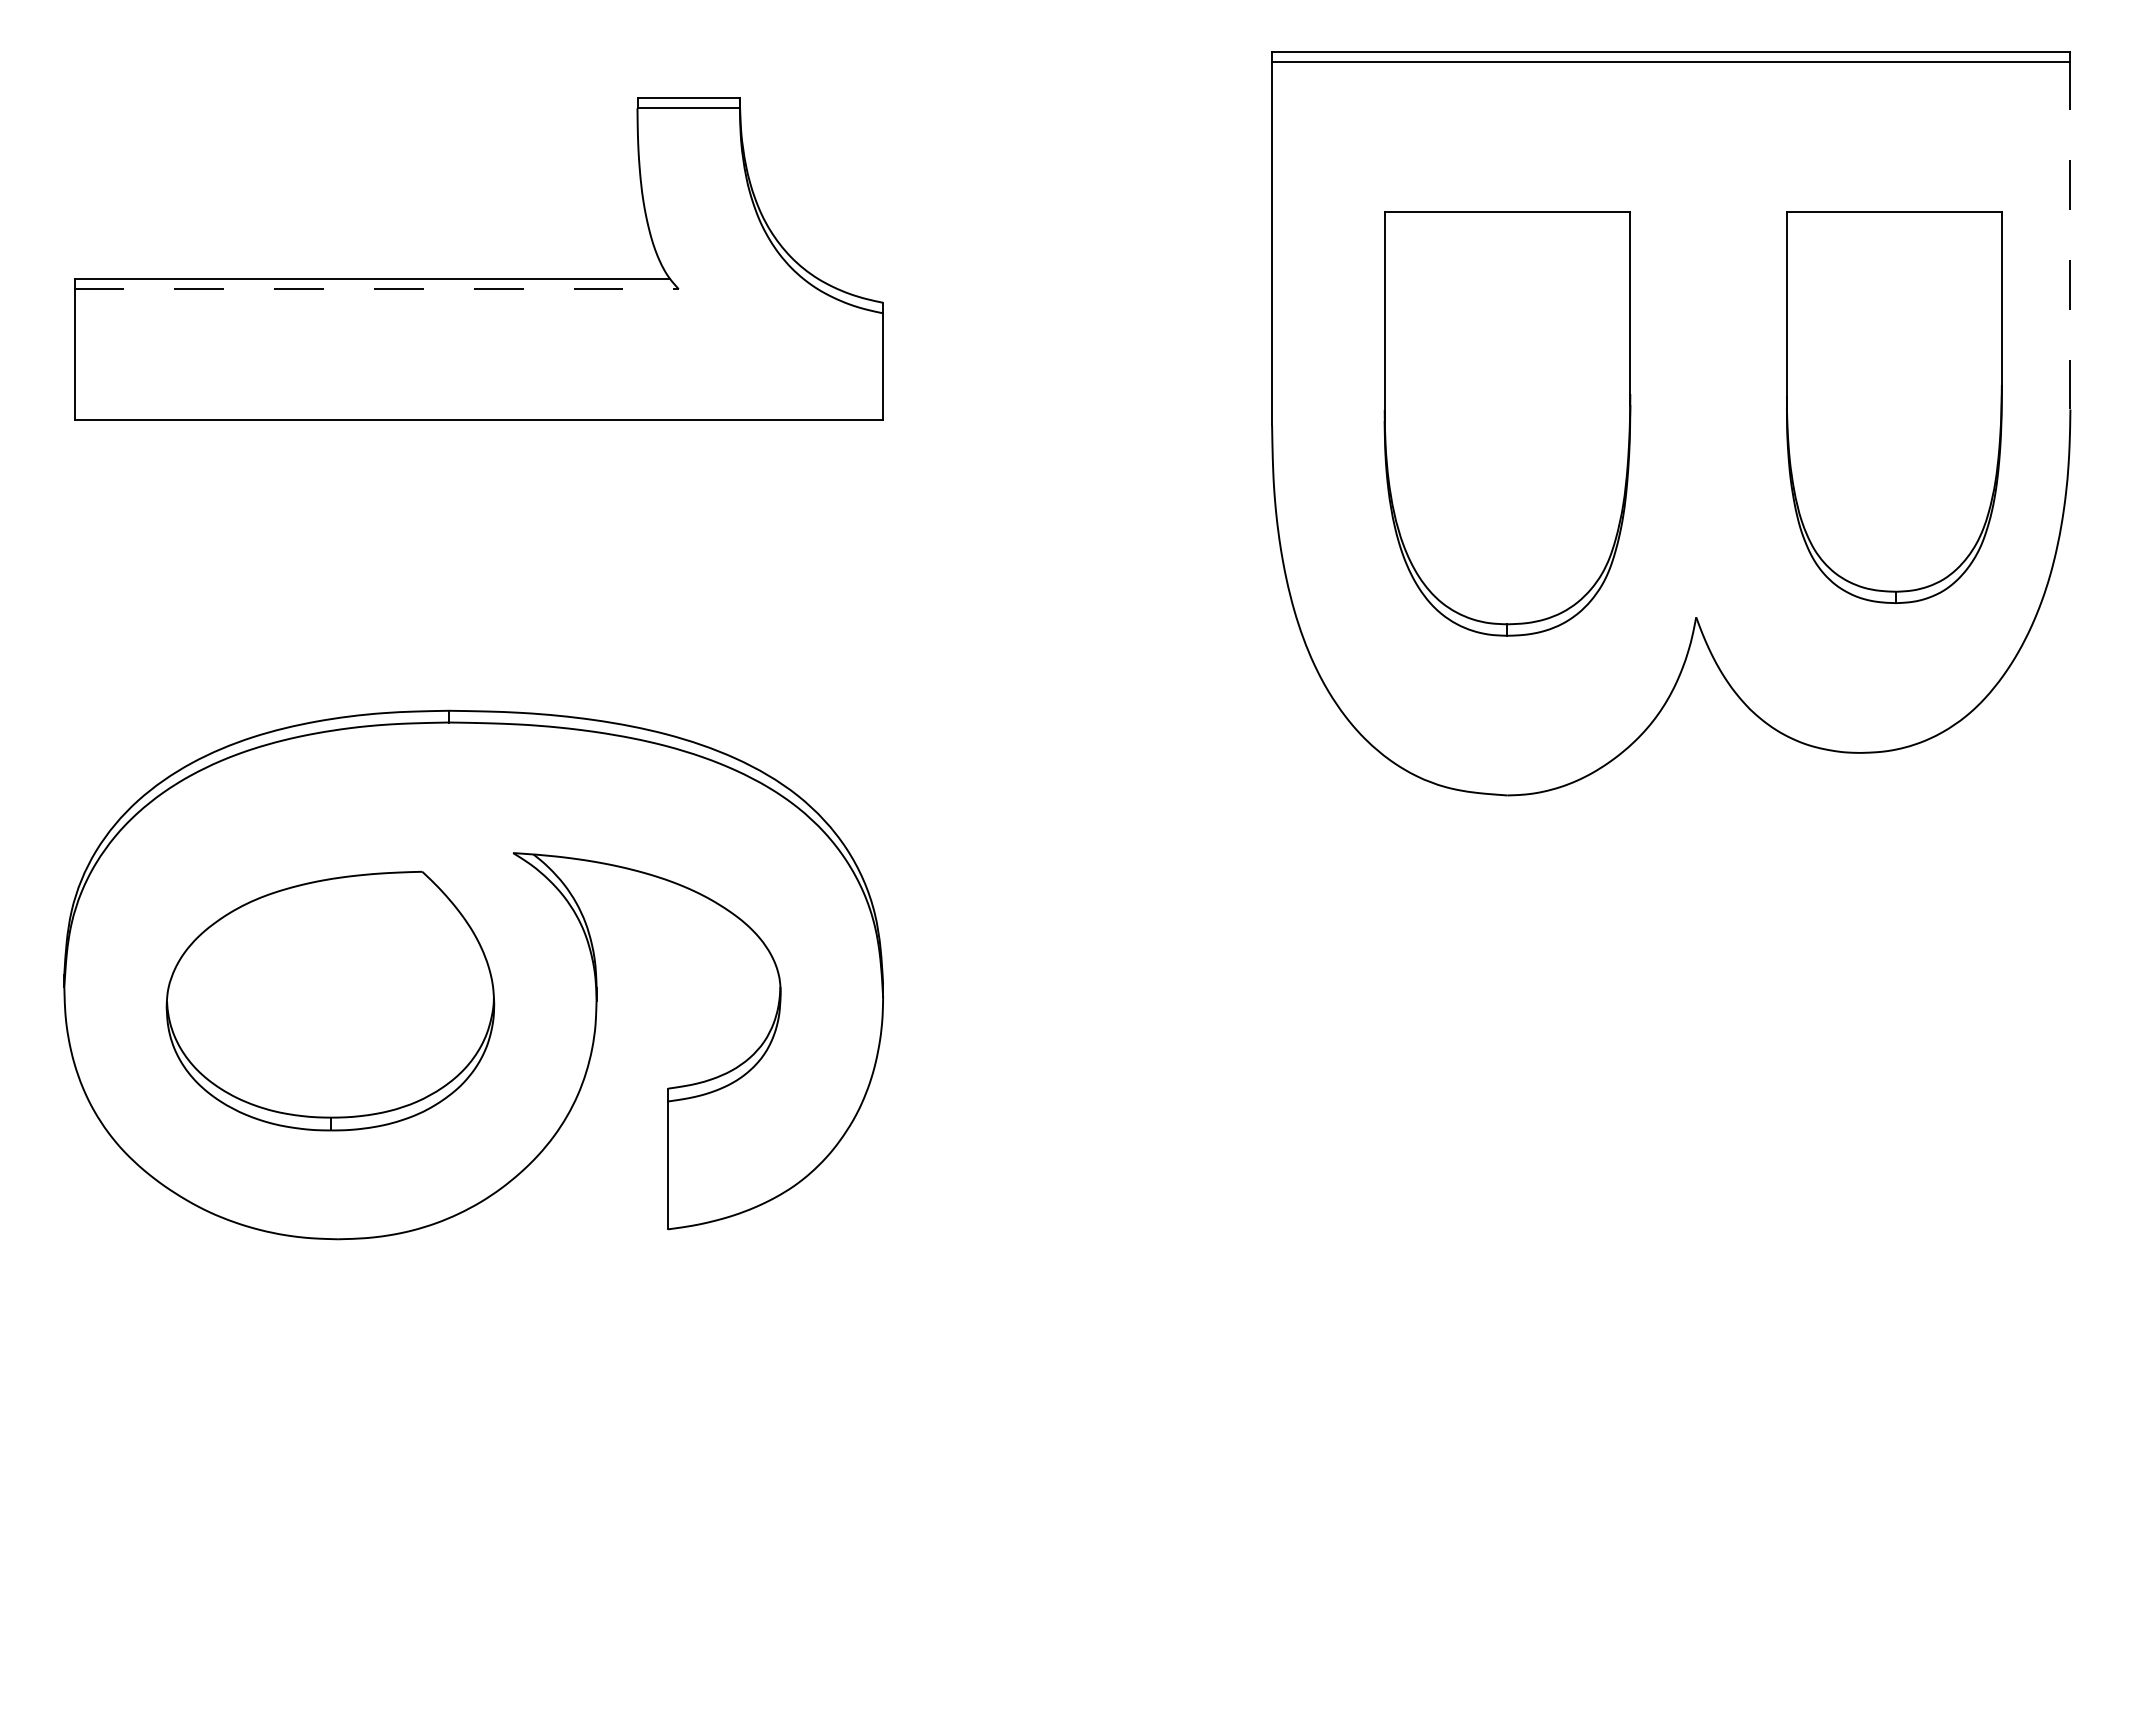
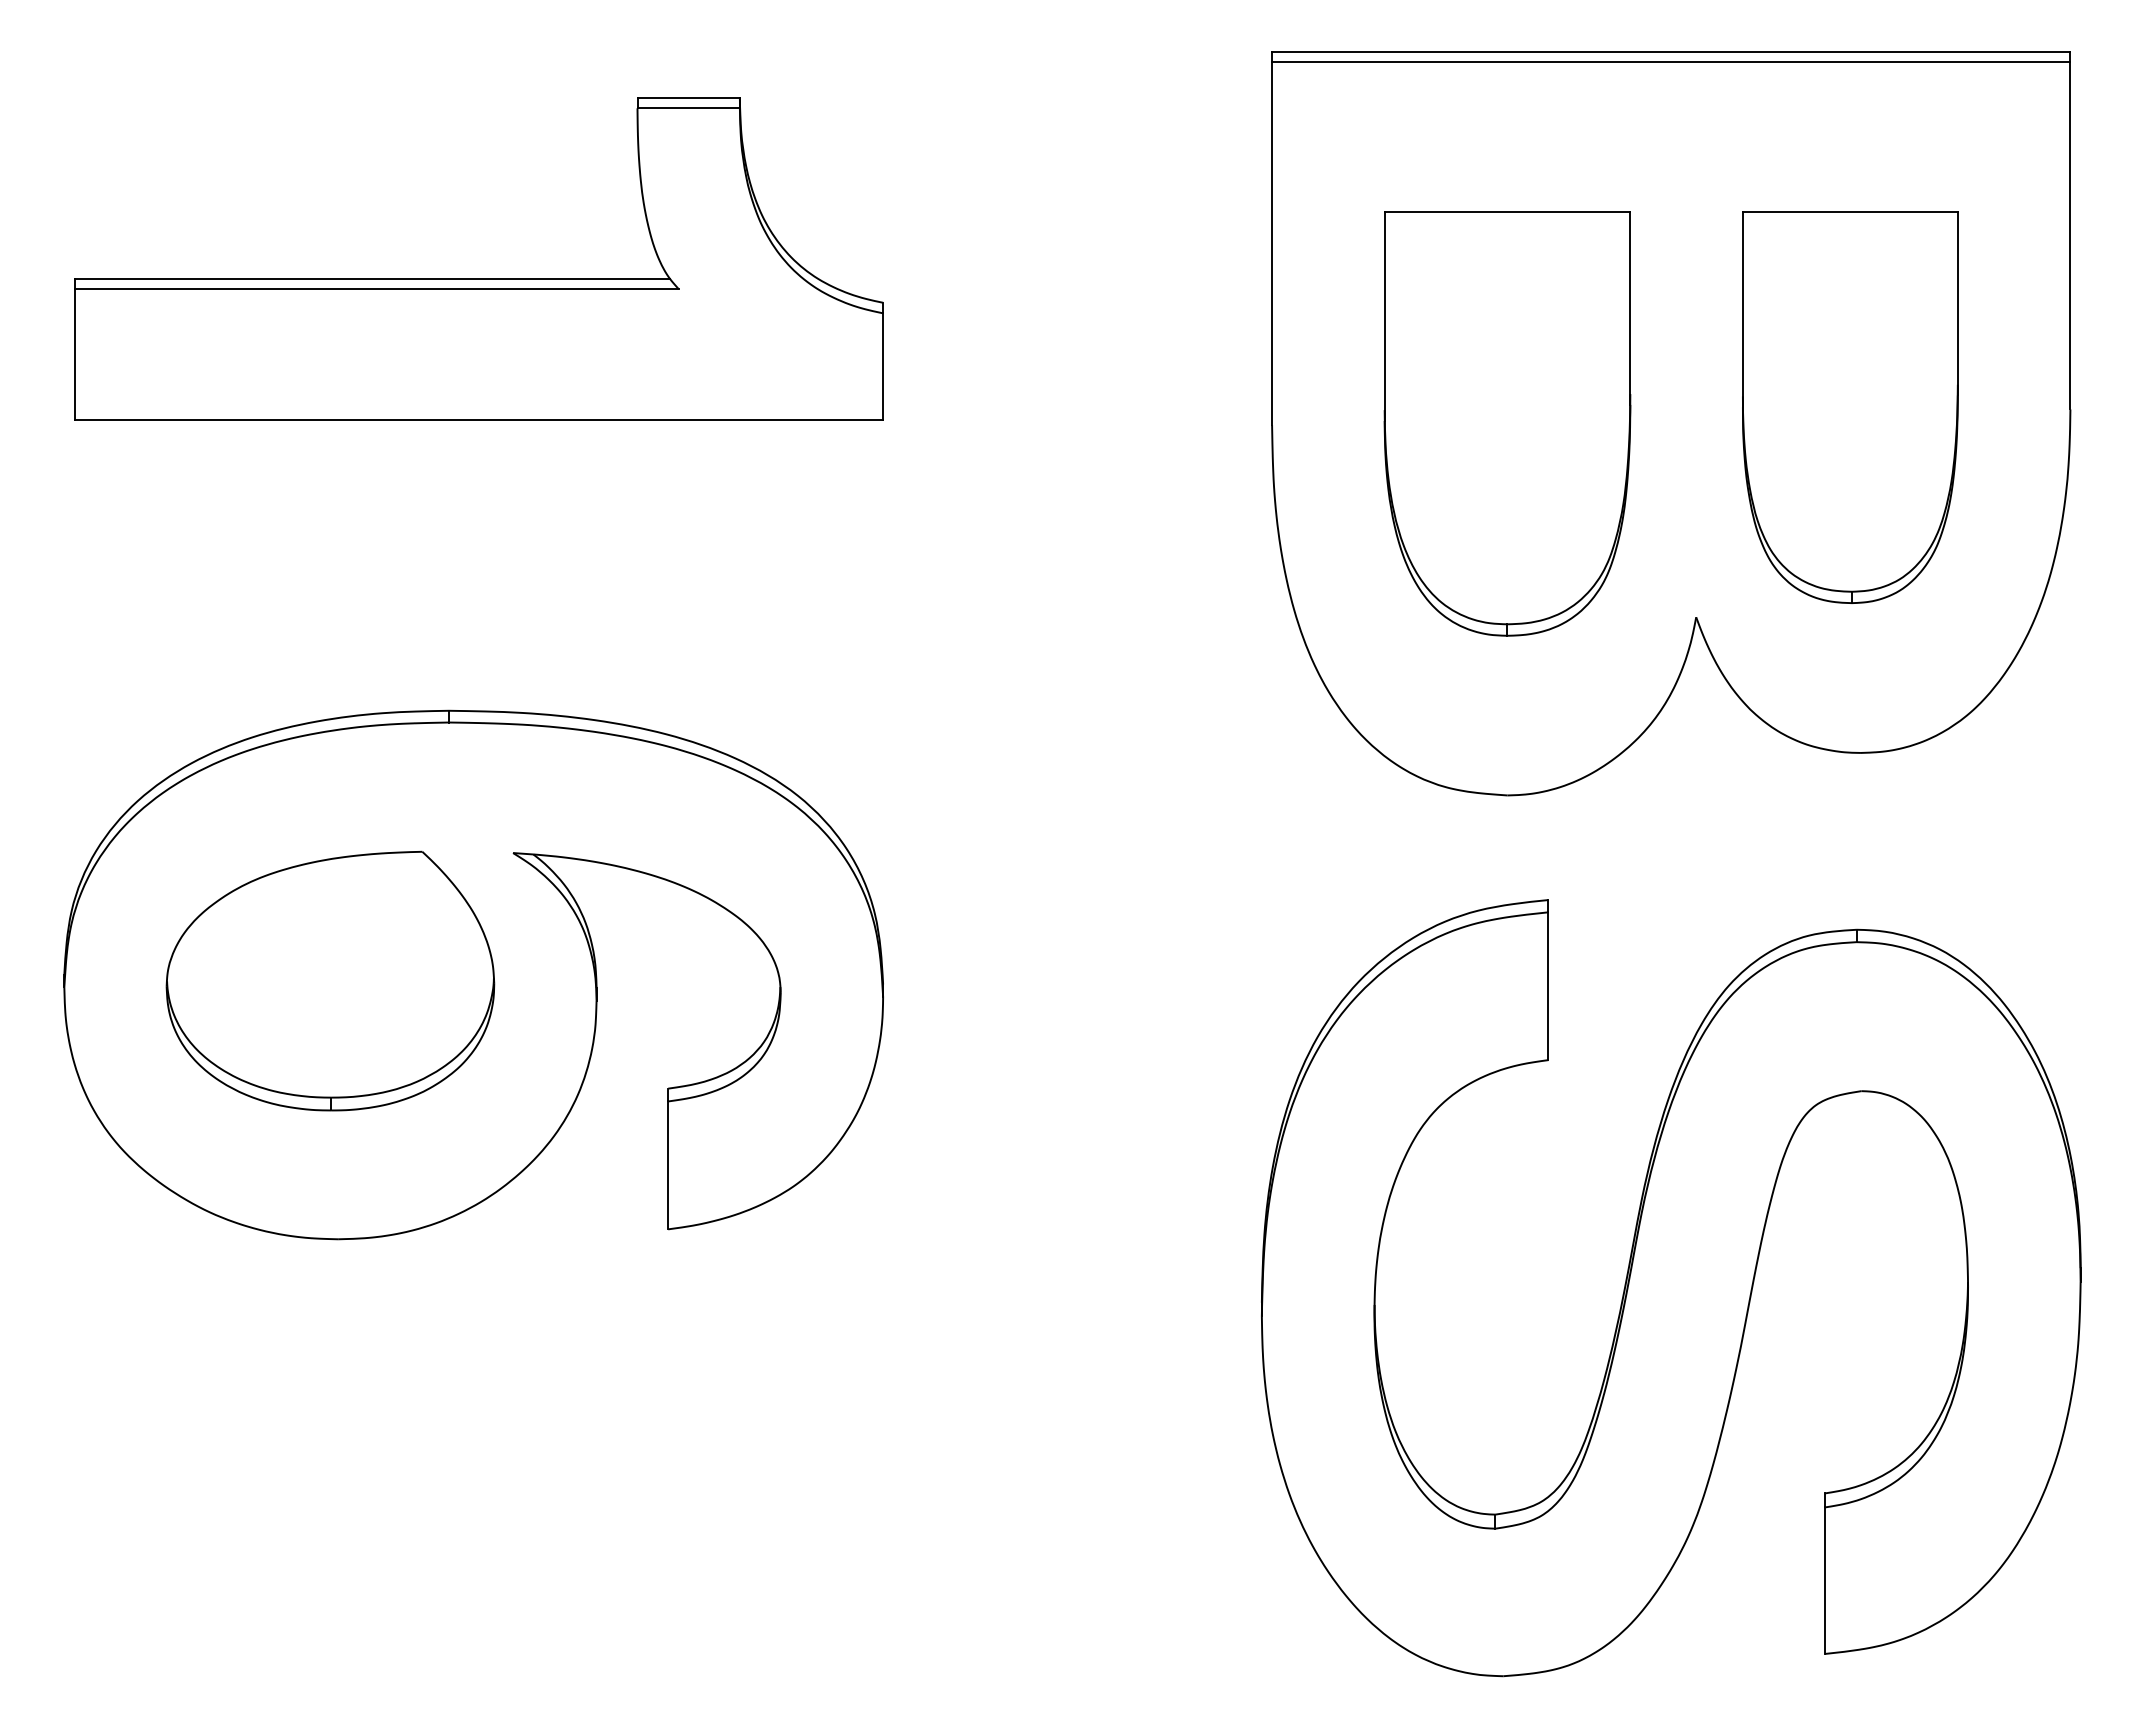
line at (2070, 235): dashed -> solid
line at (377, 289): dashed -> solid
part at (1894, 407) position: (1894, 407) -> (1850, 407)
part at (330, 1000) position: (330, 1000) -> (330, 980)
part at (1671, 1288): none -> present
